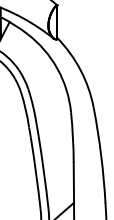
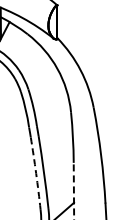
arc at (36, 173): solid -> dashed
line at (73, 190): solid -> dashed
